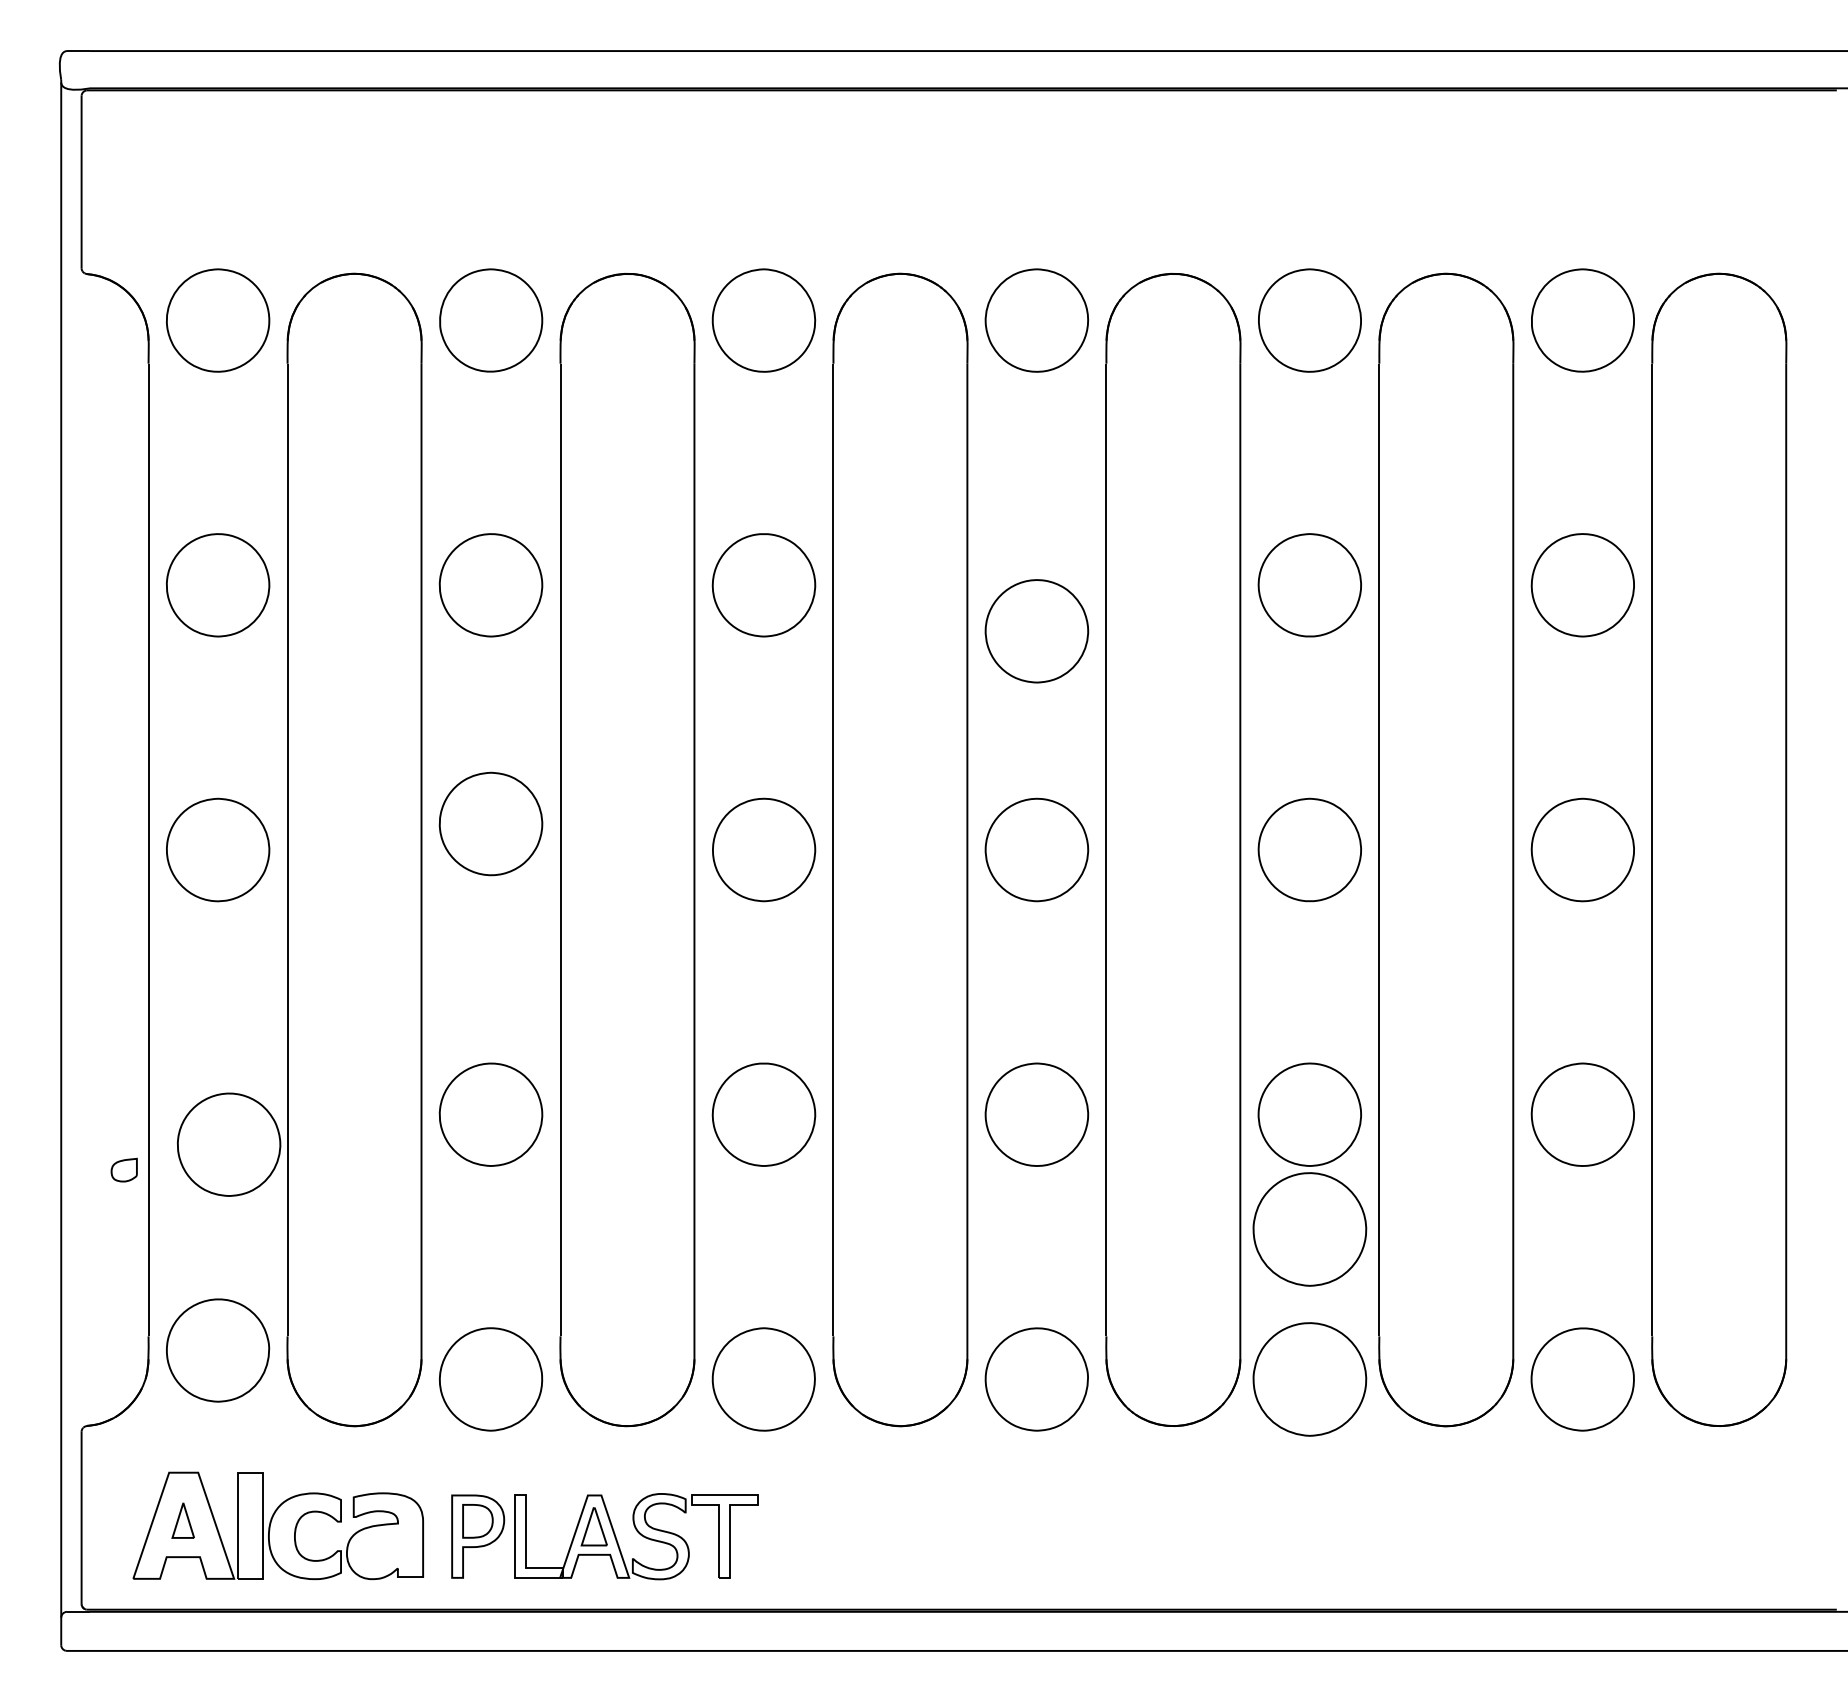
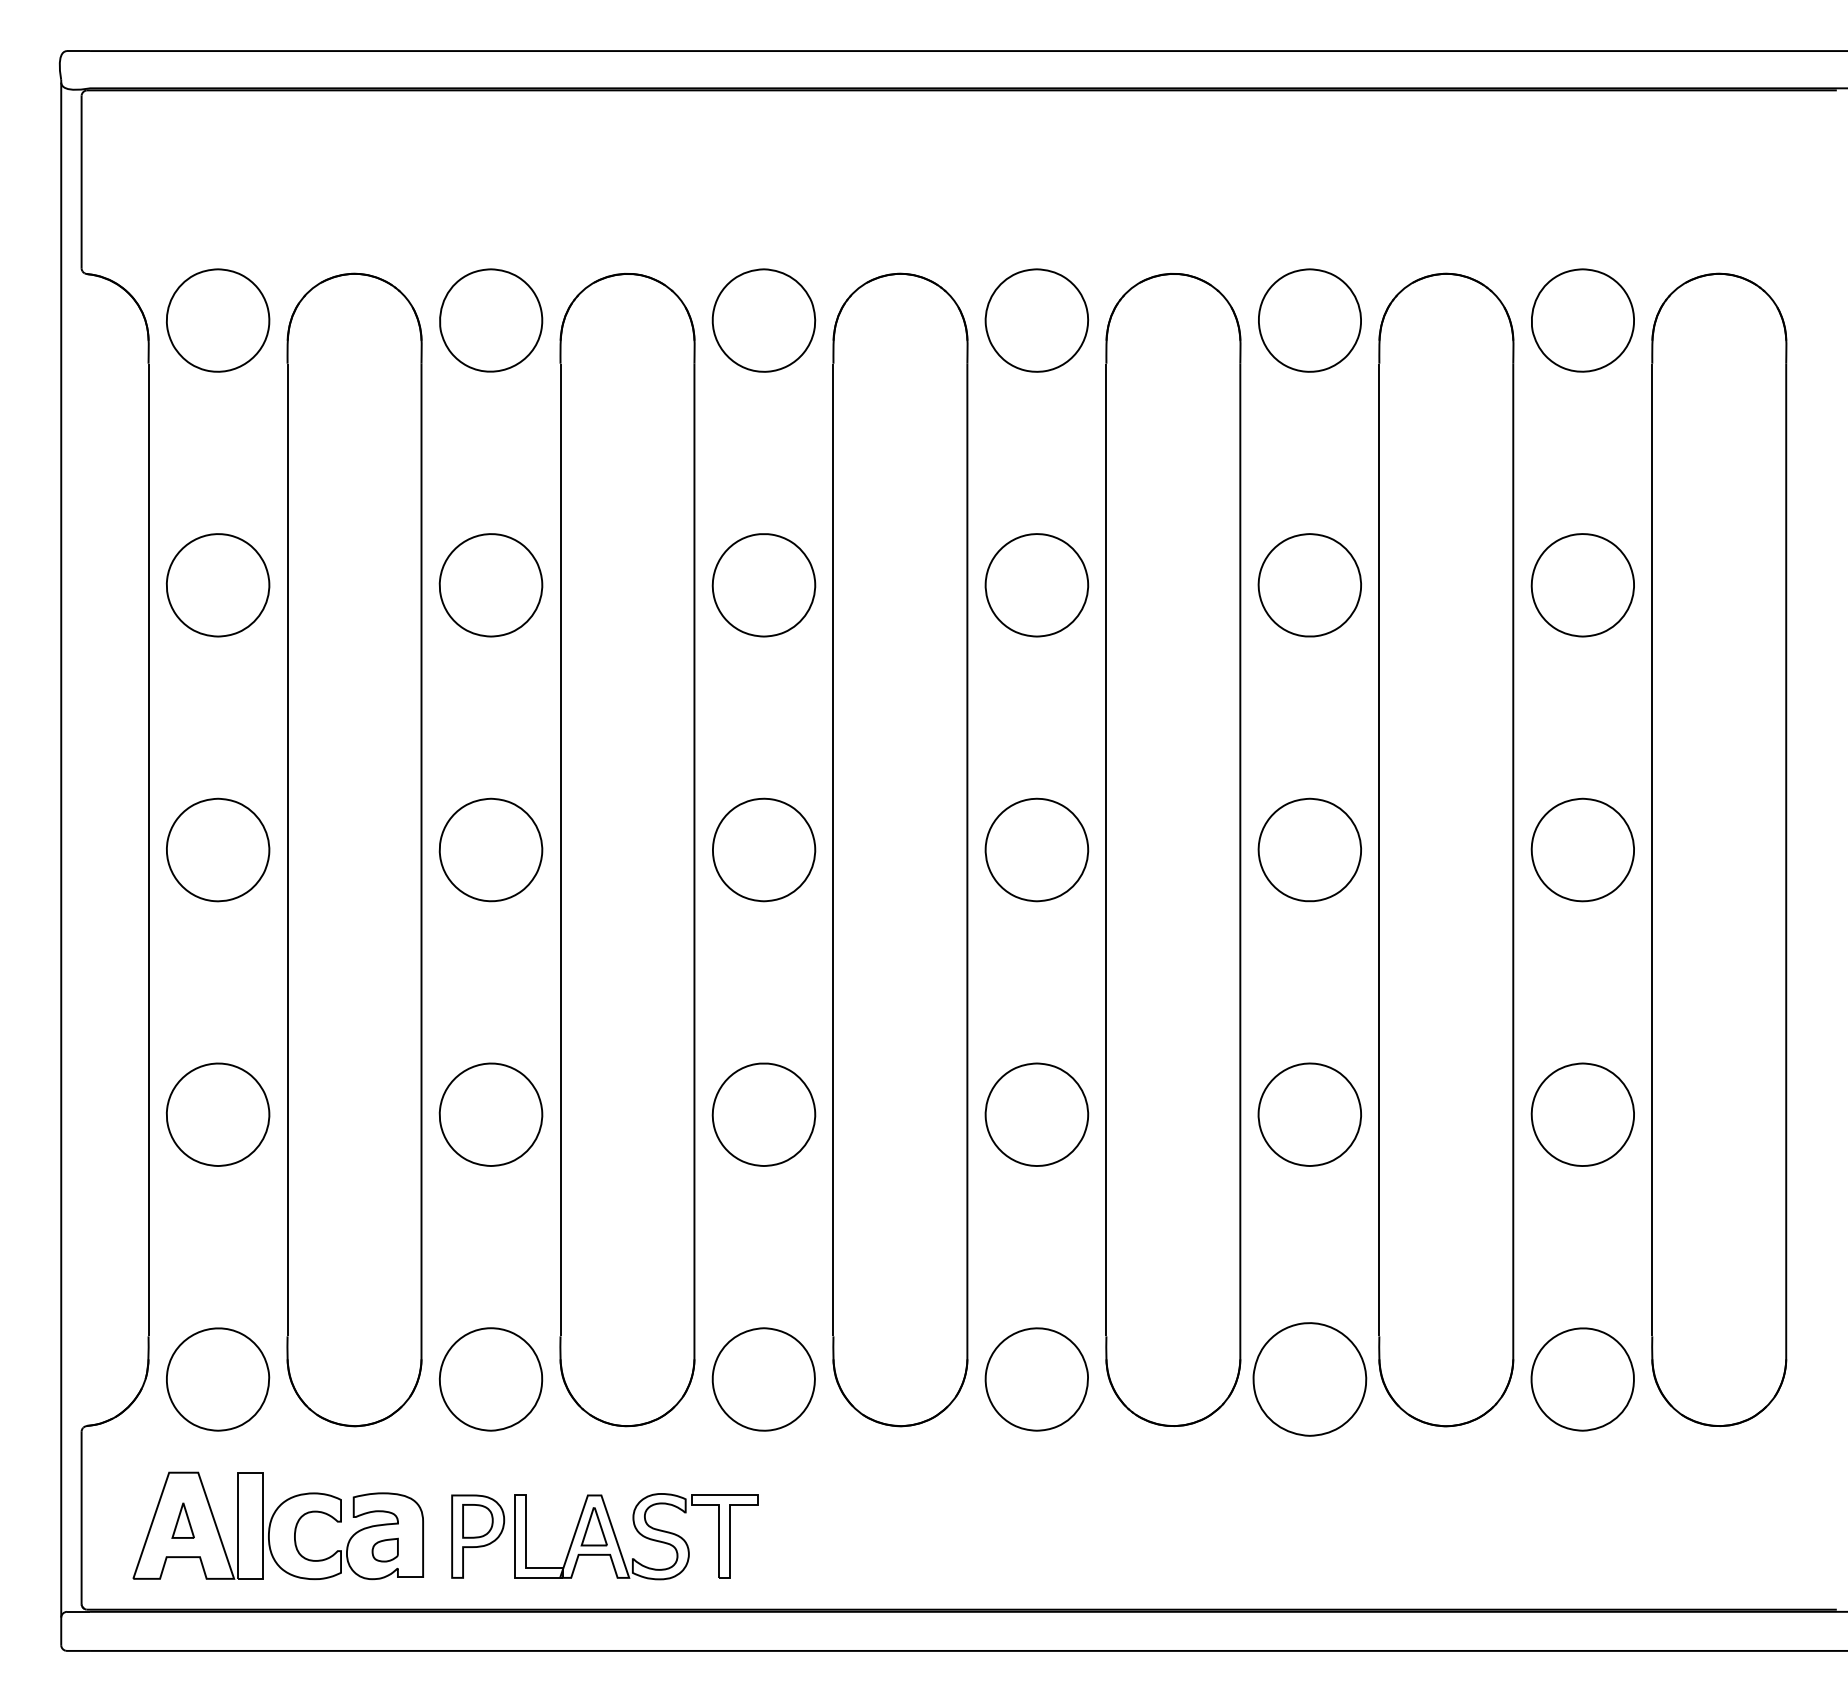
part at (1036, 631) position: (1036, 631) -> (1036, 585)
part at (490, 823) position: (490, 823) -> (490, 849)
part at (229, 1144) position: (229, 1144) -> (218, 1114)
part at (123, 1169) position: (123, 1169) -> (384, 1549)
part at (1309, 1229): present -> none
part at (218, 1350) position: (218, 1350) -> (218, 1379)
